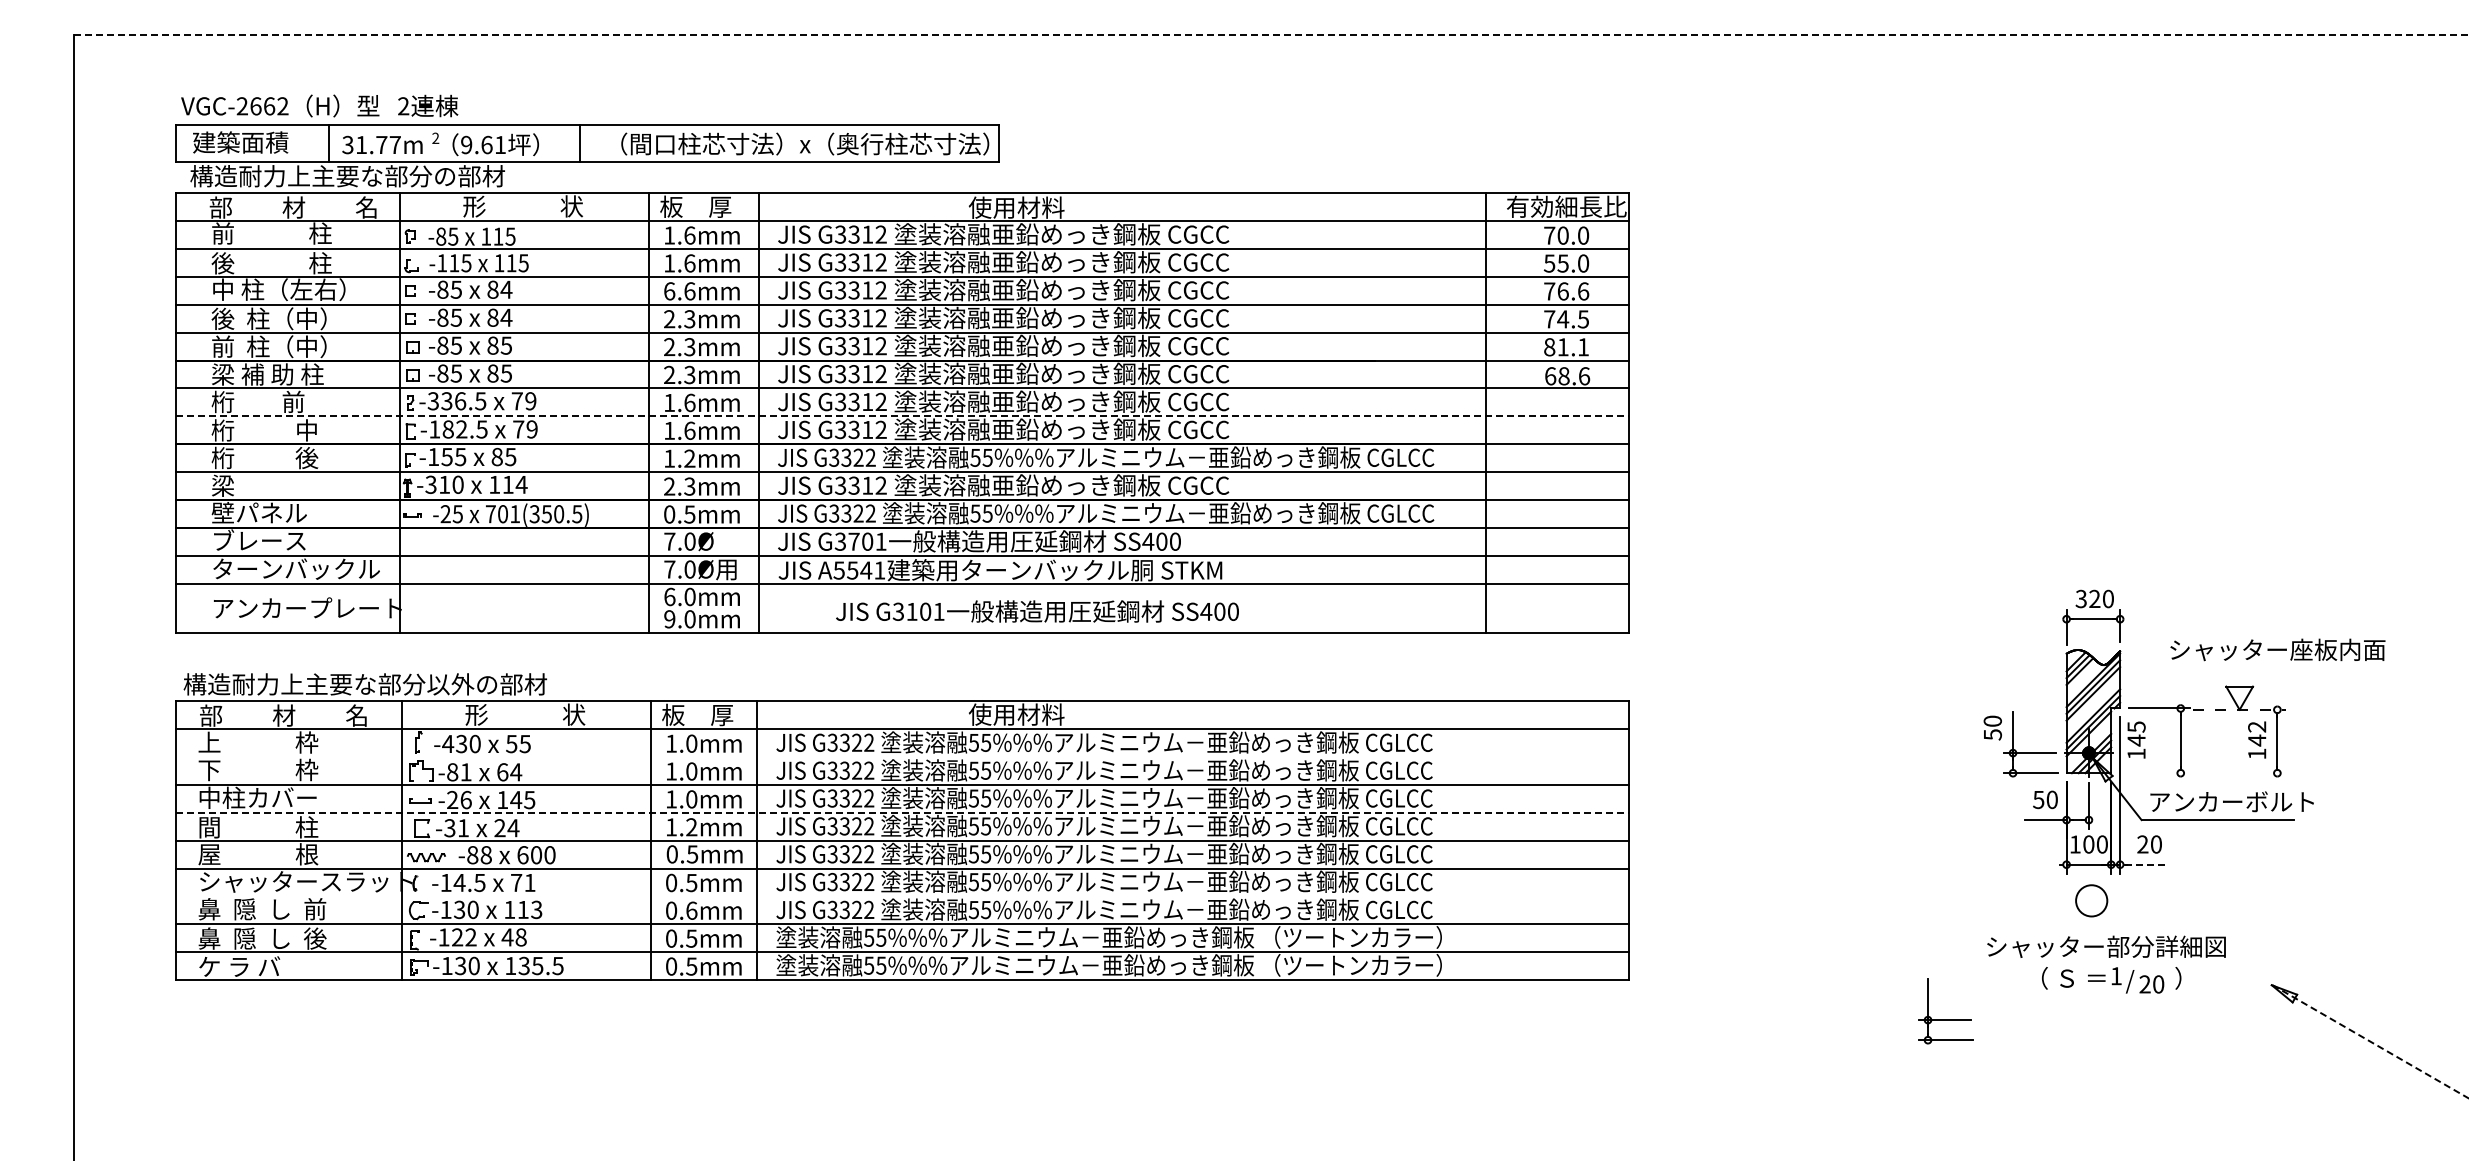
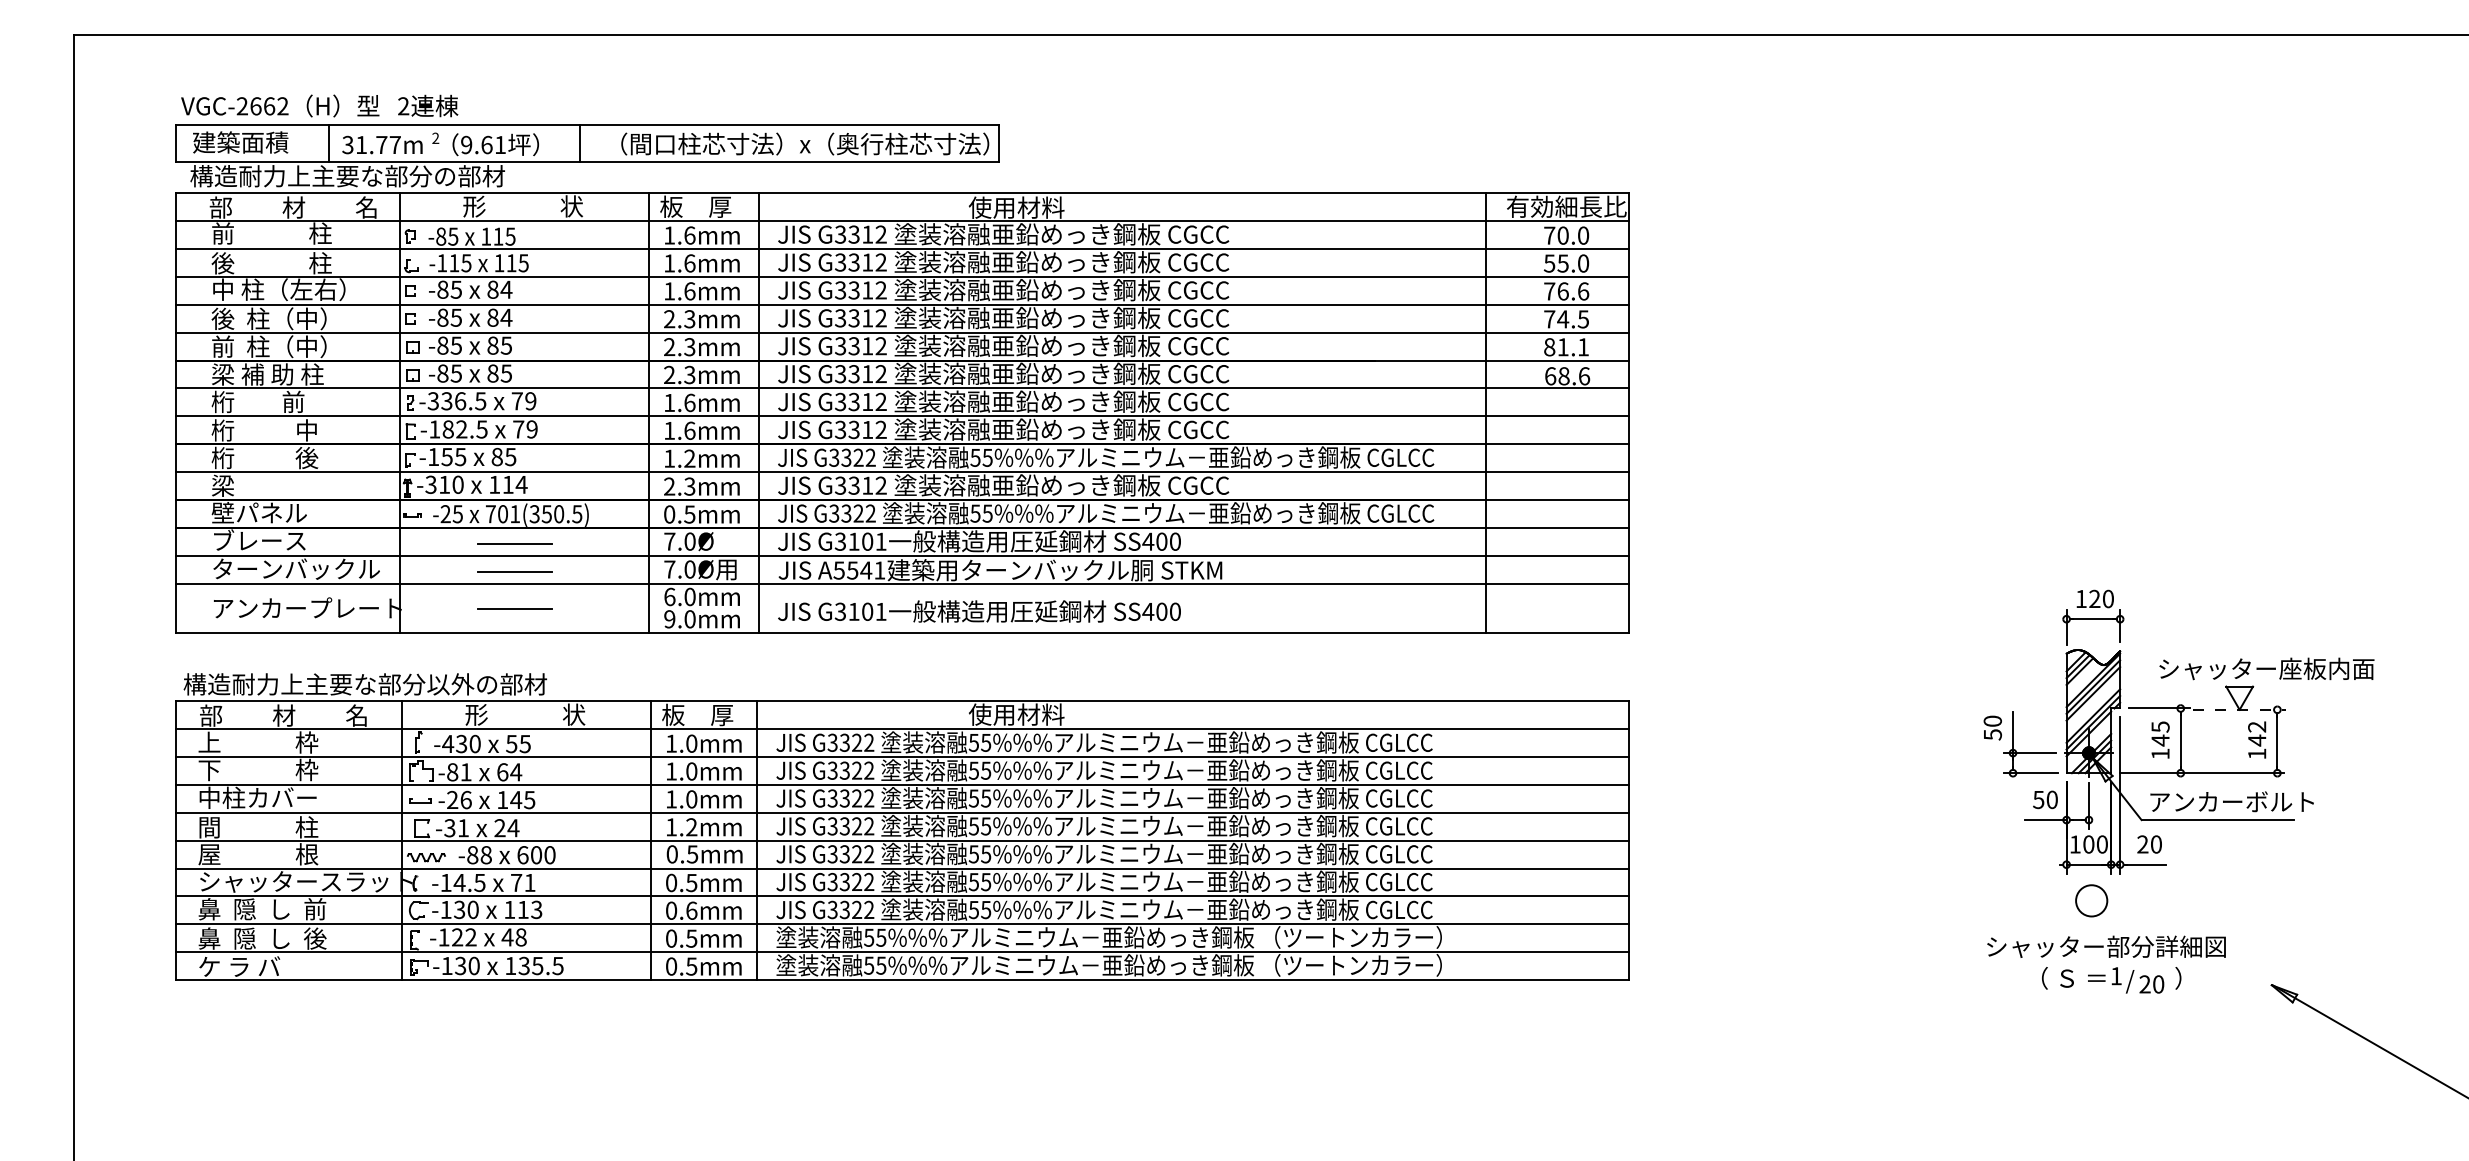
line at (1271, 34): dashed -> solid
text at (669, 291): 6.6mm -> 1.6mm
line at (903, 416): dashed -> solid
text at (853, 541): G3701 -> G3101
line at (514, 543): none -> present
line at (514, 571): none -> present
text at (2080, 598): 320 -> 120
line at (514, 608): none -> present
text at (1037, 611) position: (1037, 611) -> (979, 611)
text at (2277, 649) position: (2277, 649) -> (2266, 668)
text at (2136, 739) position: (2136, 739) -> (2160, 739)
line at (902, 757): none -> present
line at (2202, 773): none -> present
line at (903, 812): dashed -> solid
line at (2145, 864): dashed -> solid
line at (902, 896): none -> present
part at (1945, 1019): present -> none
line at (2370, 1041): dashed -> solid
